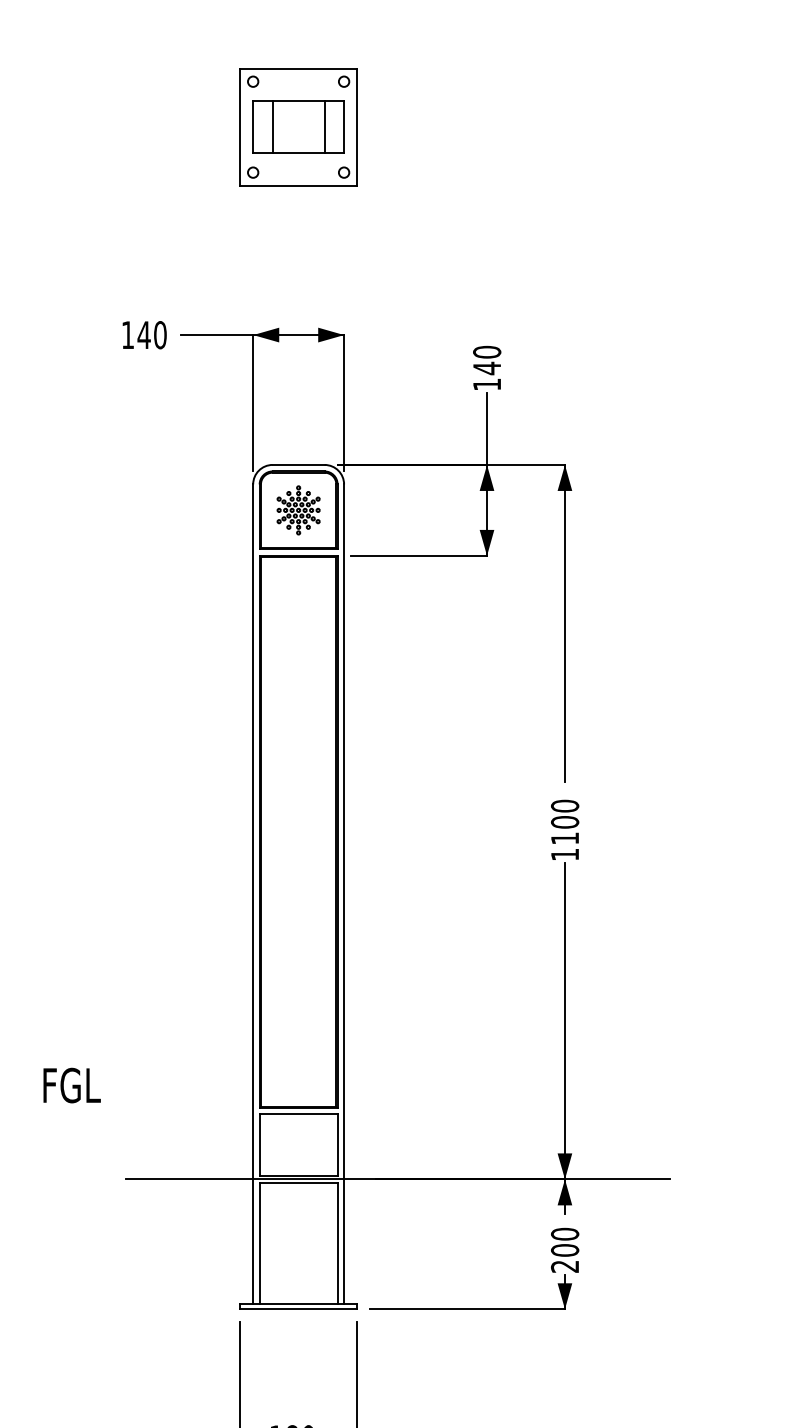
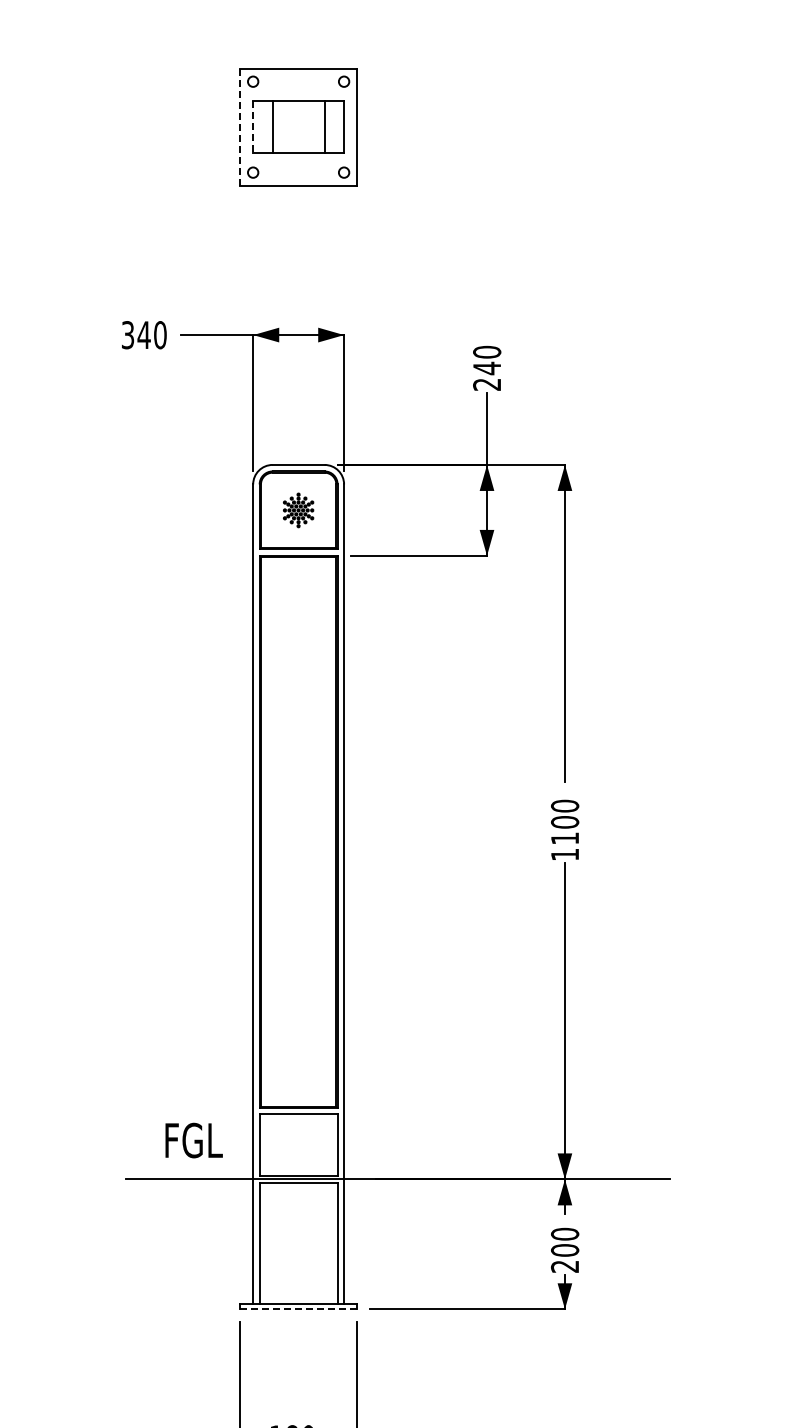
line at (240, 126): solid -> dashed
line at (253, 127): solid -> dashed
text at (128, 335): 140 -> 340
text at (486, 384): 140 -> 240
part at (298, 510) size: 45x51 px -> 32x37 px
text at (71, 1085) position: (71, 1085) -> (193, 1140)
line at (298, 1309): solid -> dashed
